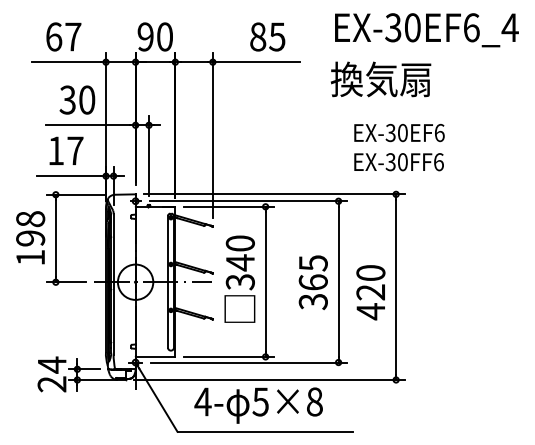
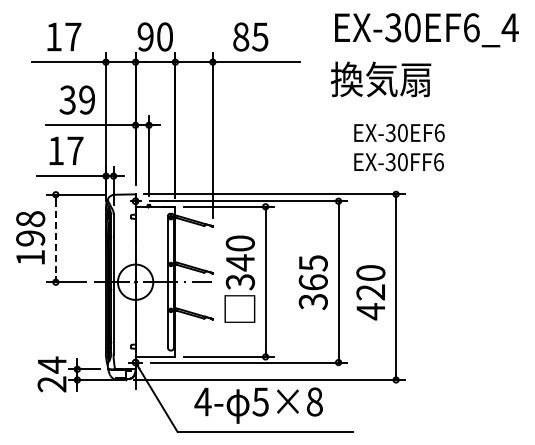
text at (54, 36): 67 -> 17
text at (267, 36) position: (267, 36) -> (250, 36)
text at (87, 99): 30 -> 39
line at (55, 239): solid -> dashed
